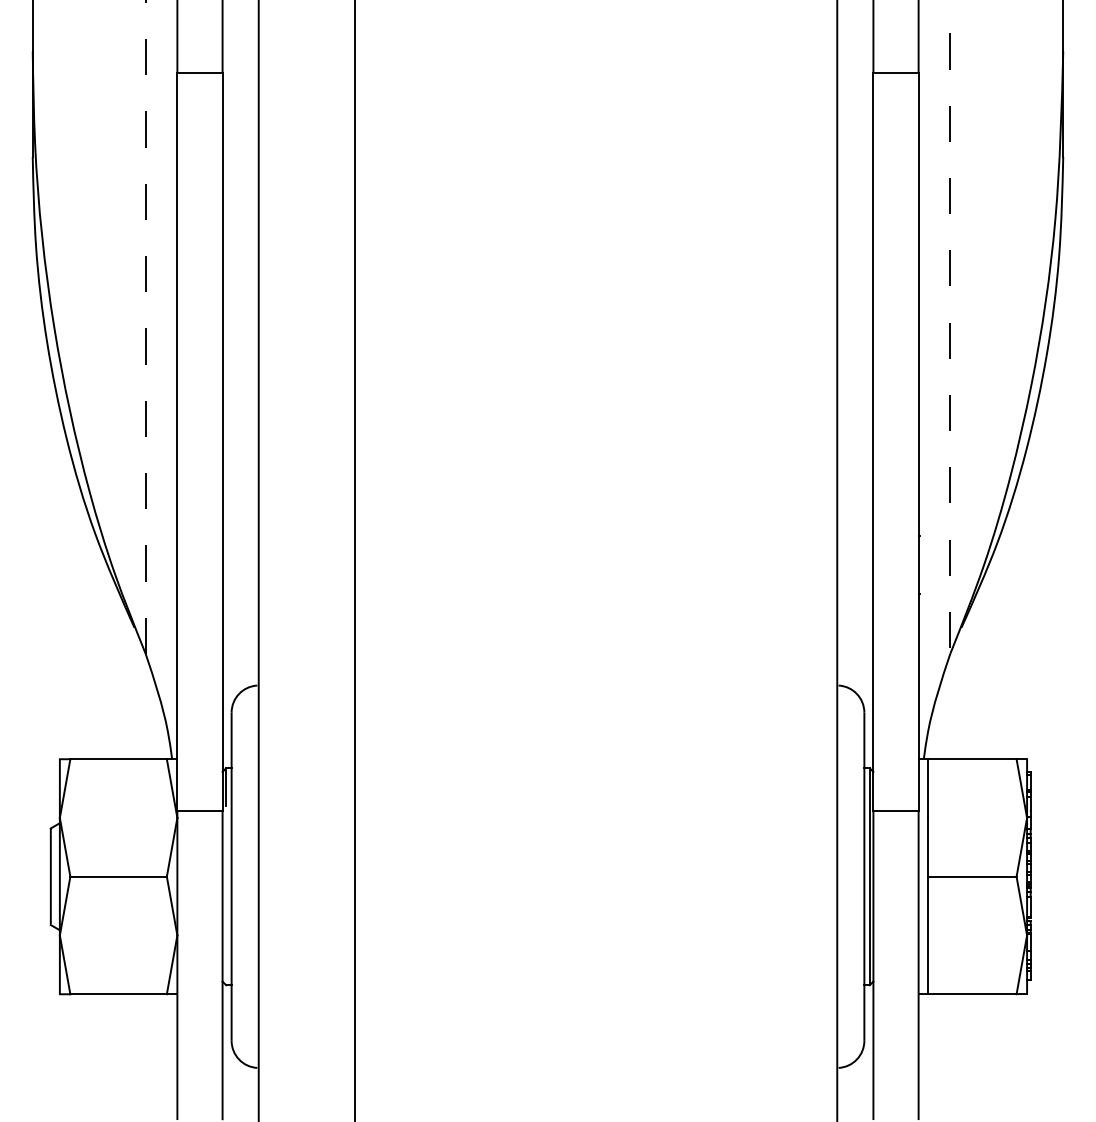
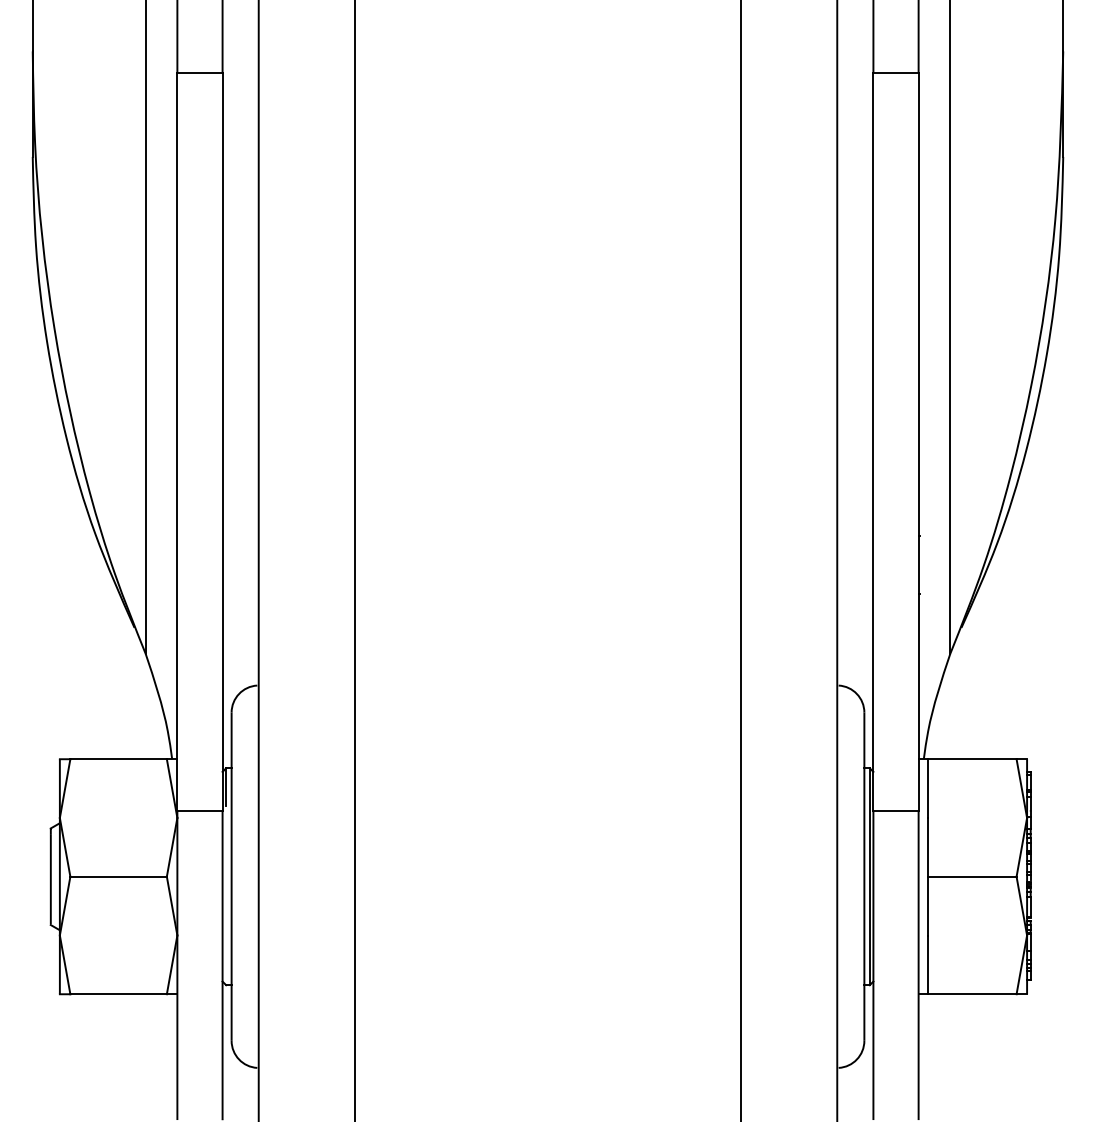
line at (145, 326): dashed -> solid
line at (950, 327): dashed -> solid
line at (740, 560): none -> present
